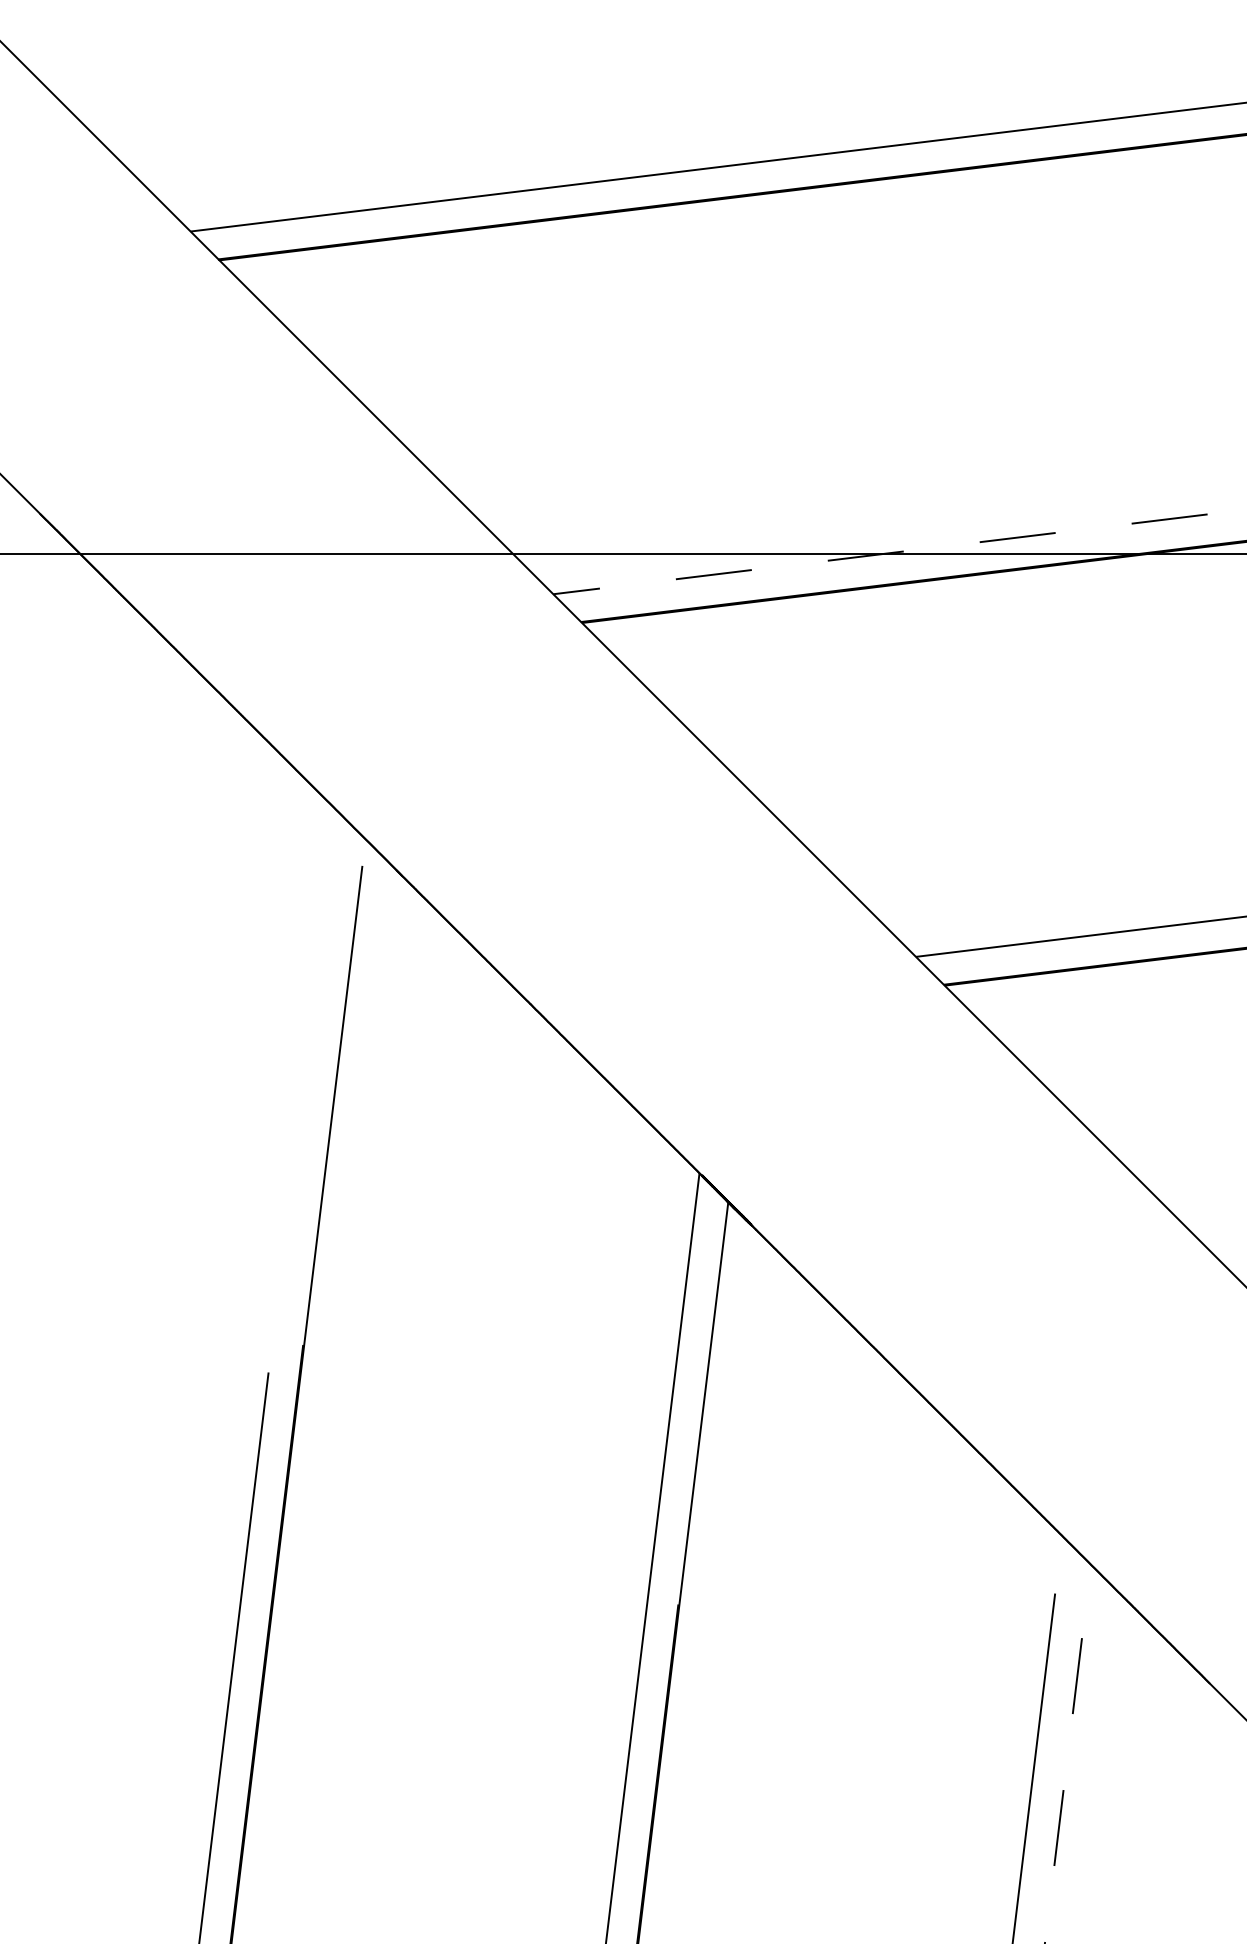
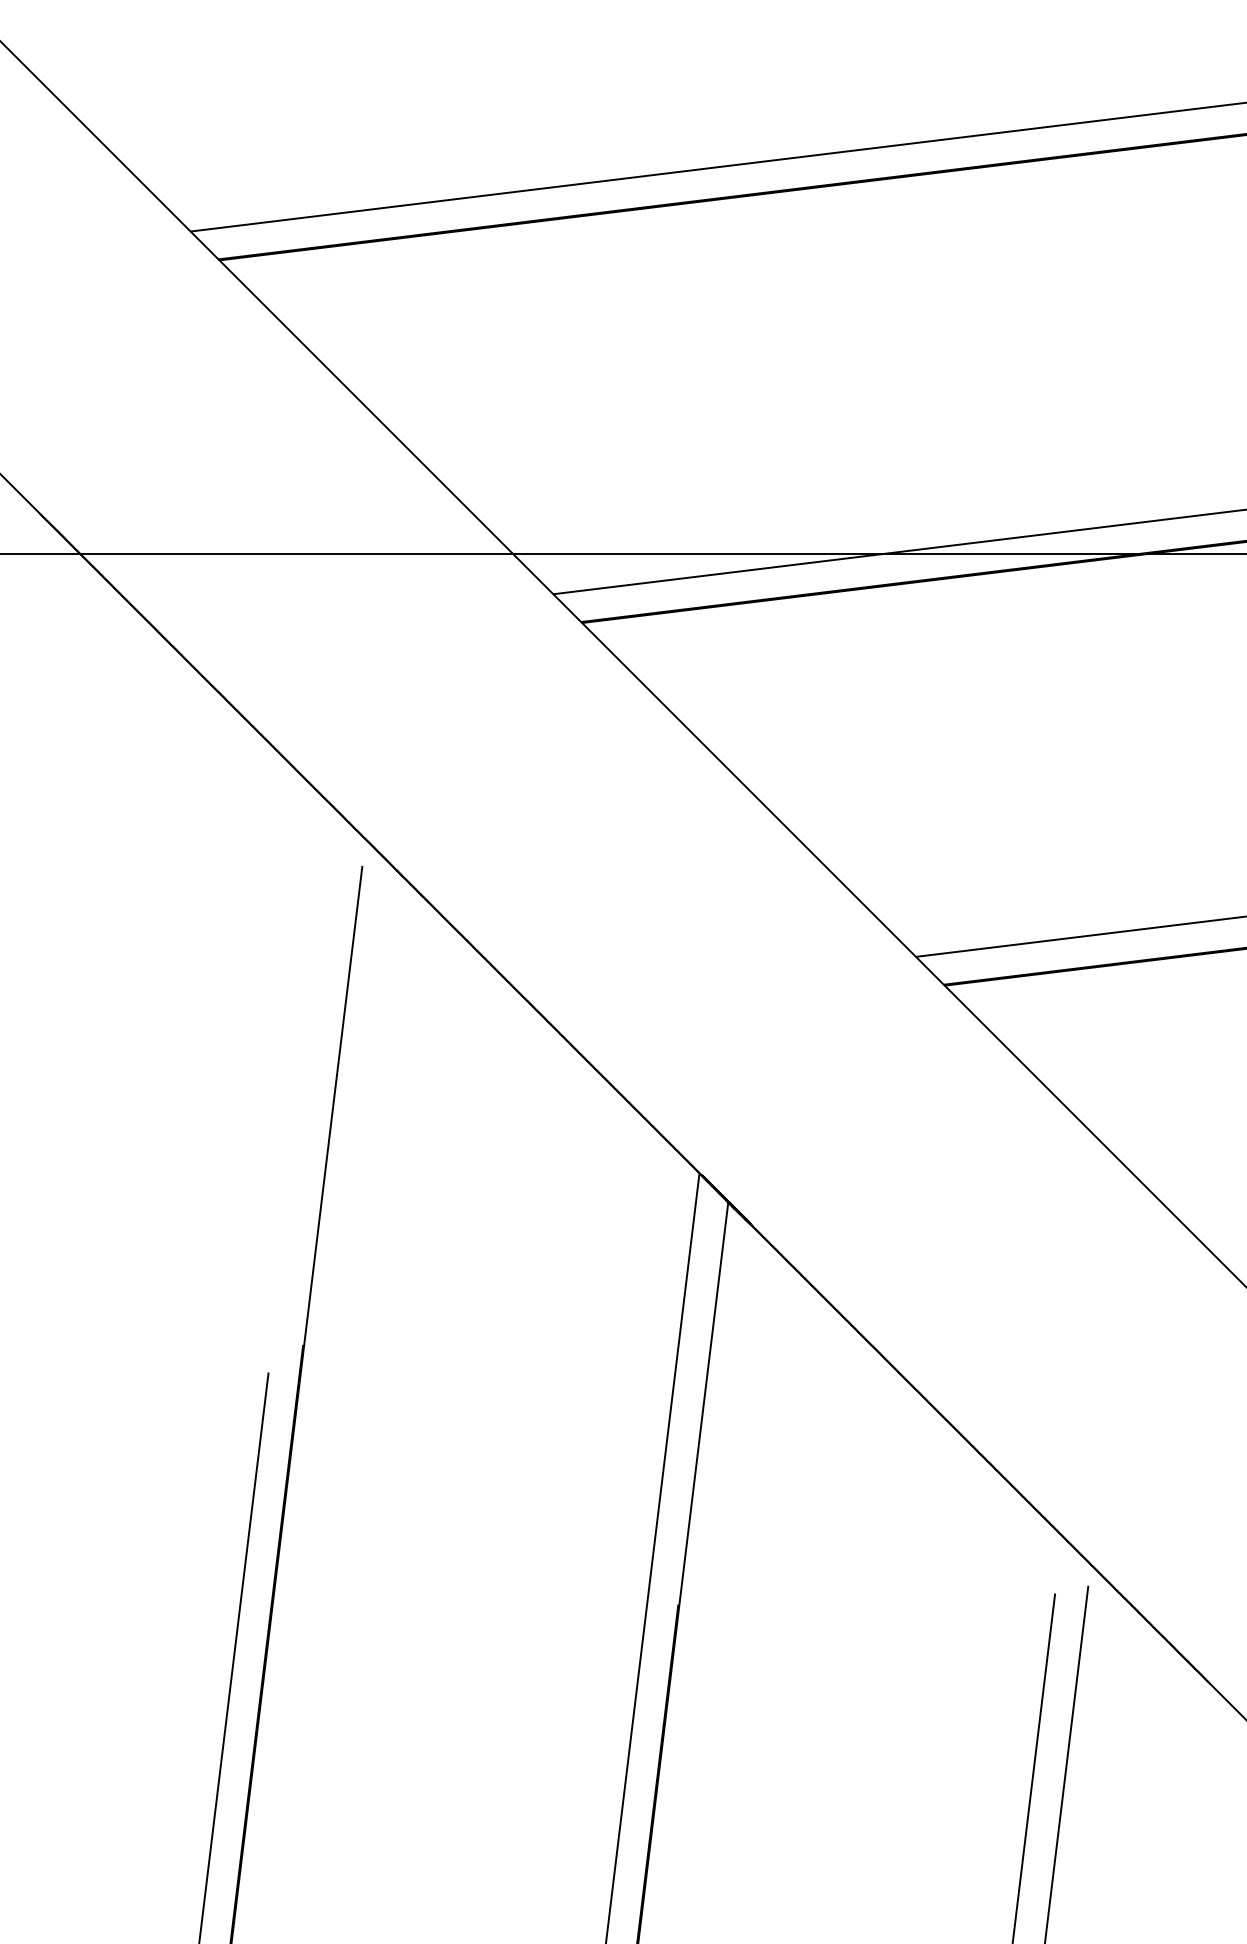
line at (899, 551): dashed -> solid
line at (1066, 1764): dashed -> solid
